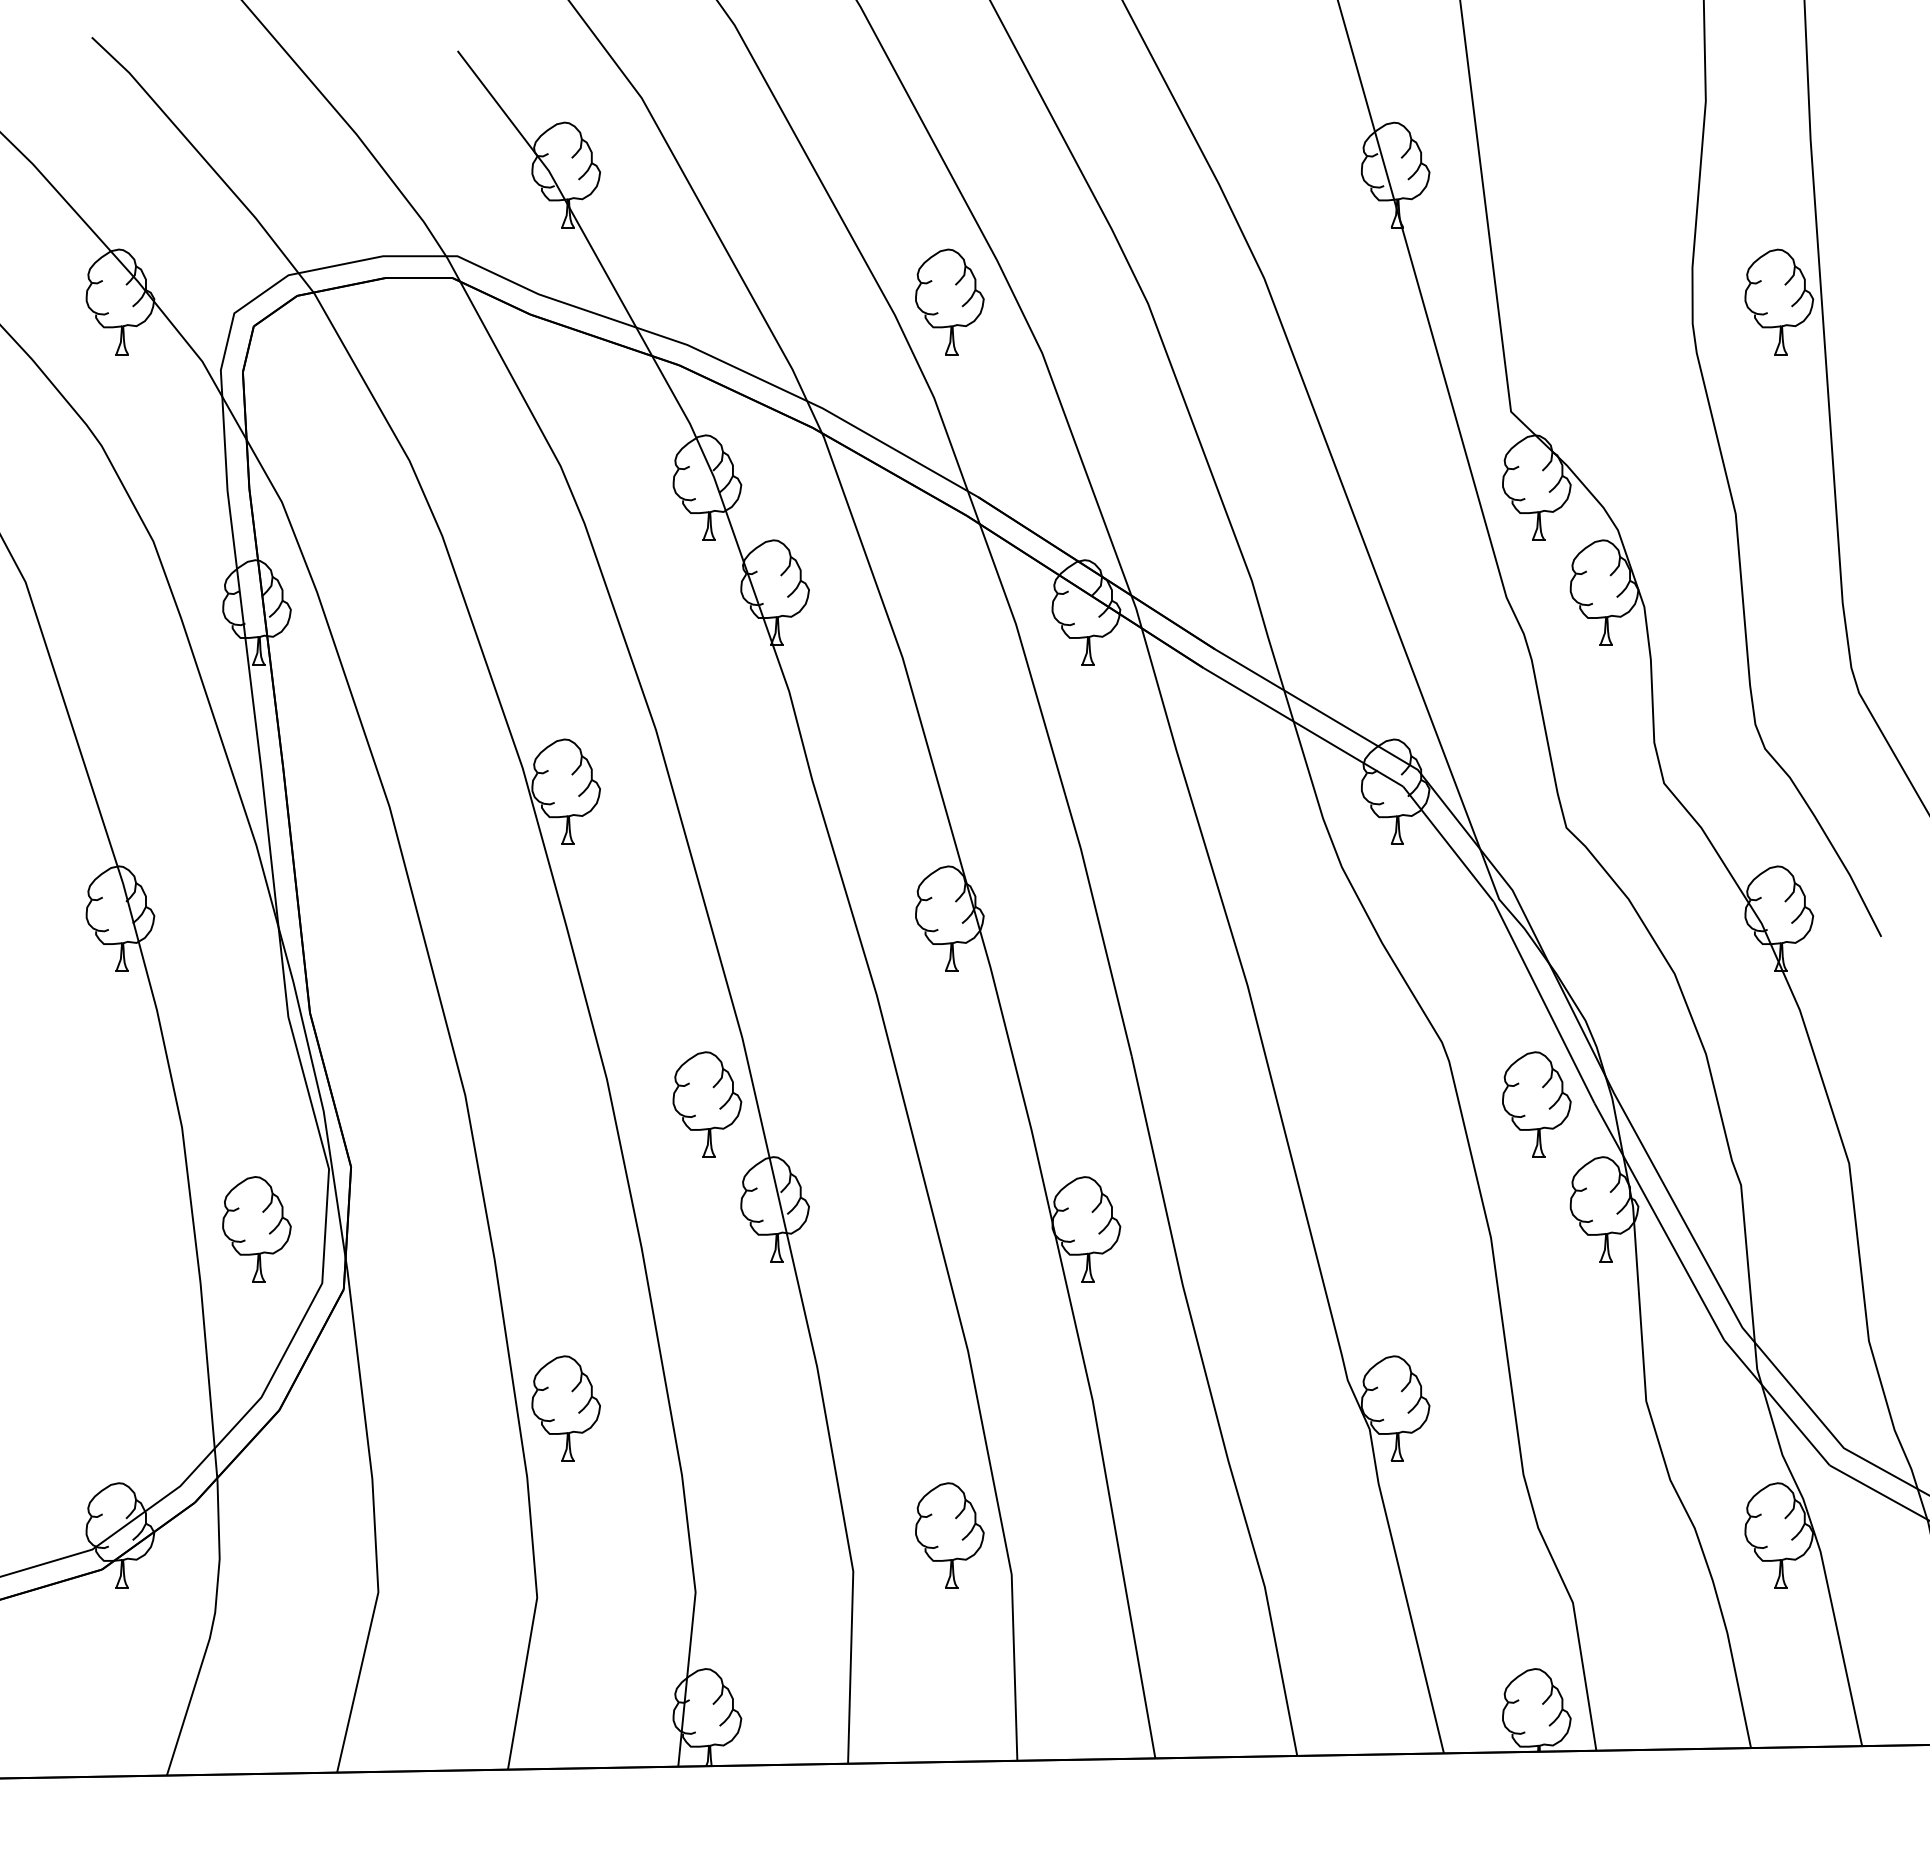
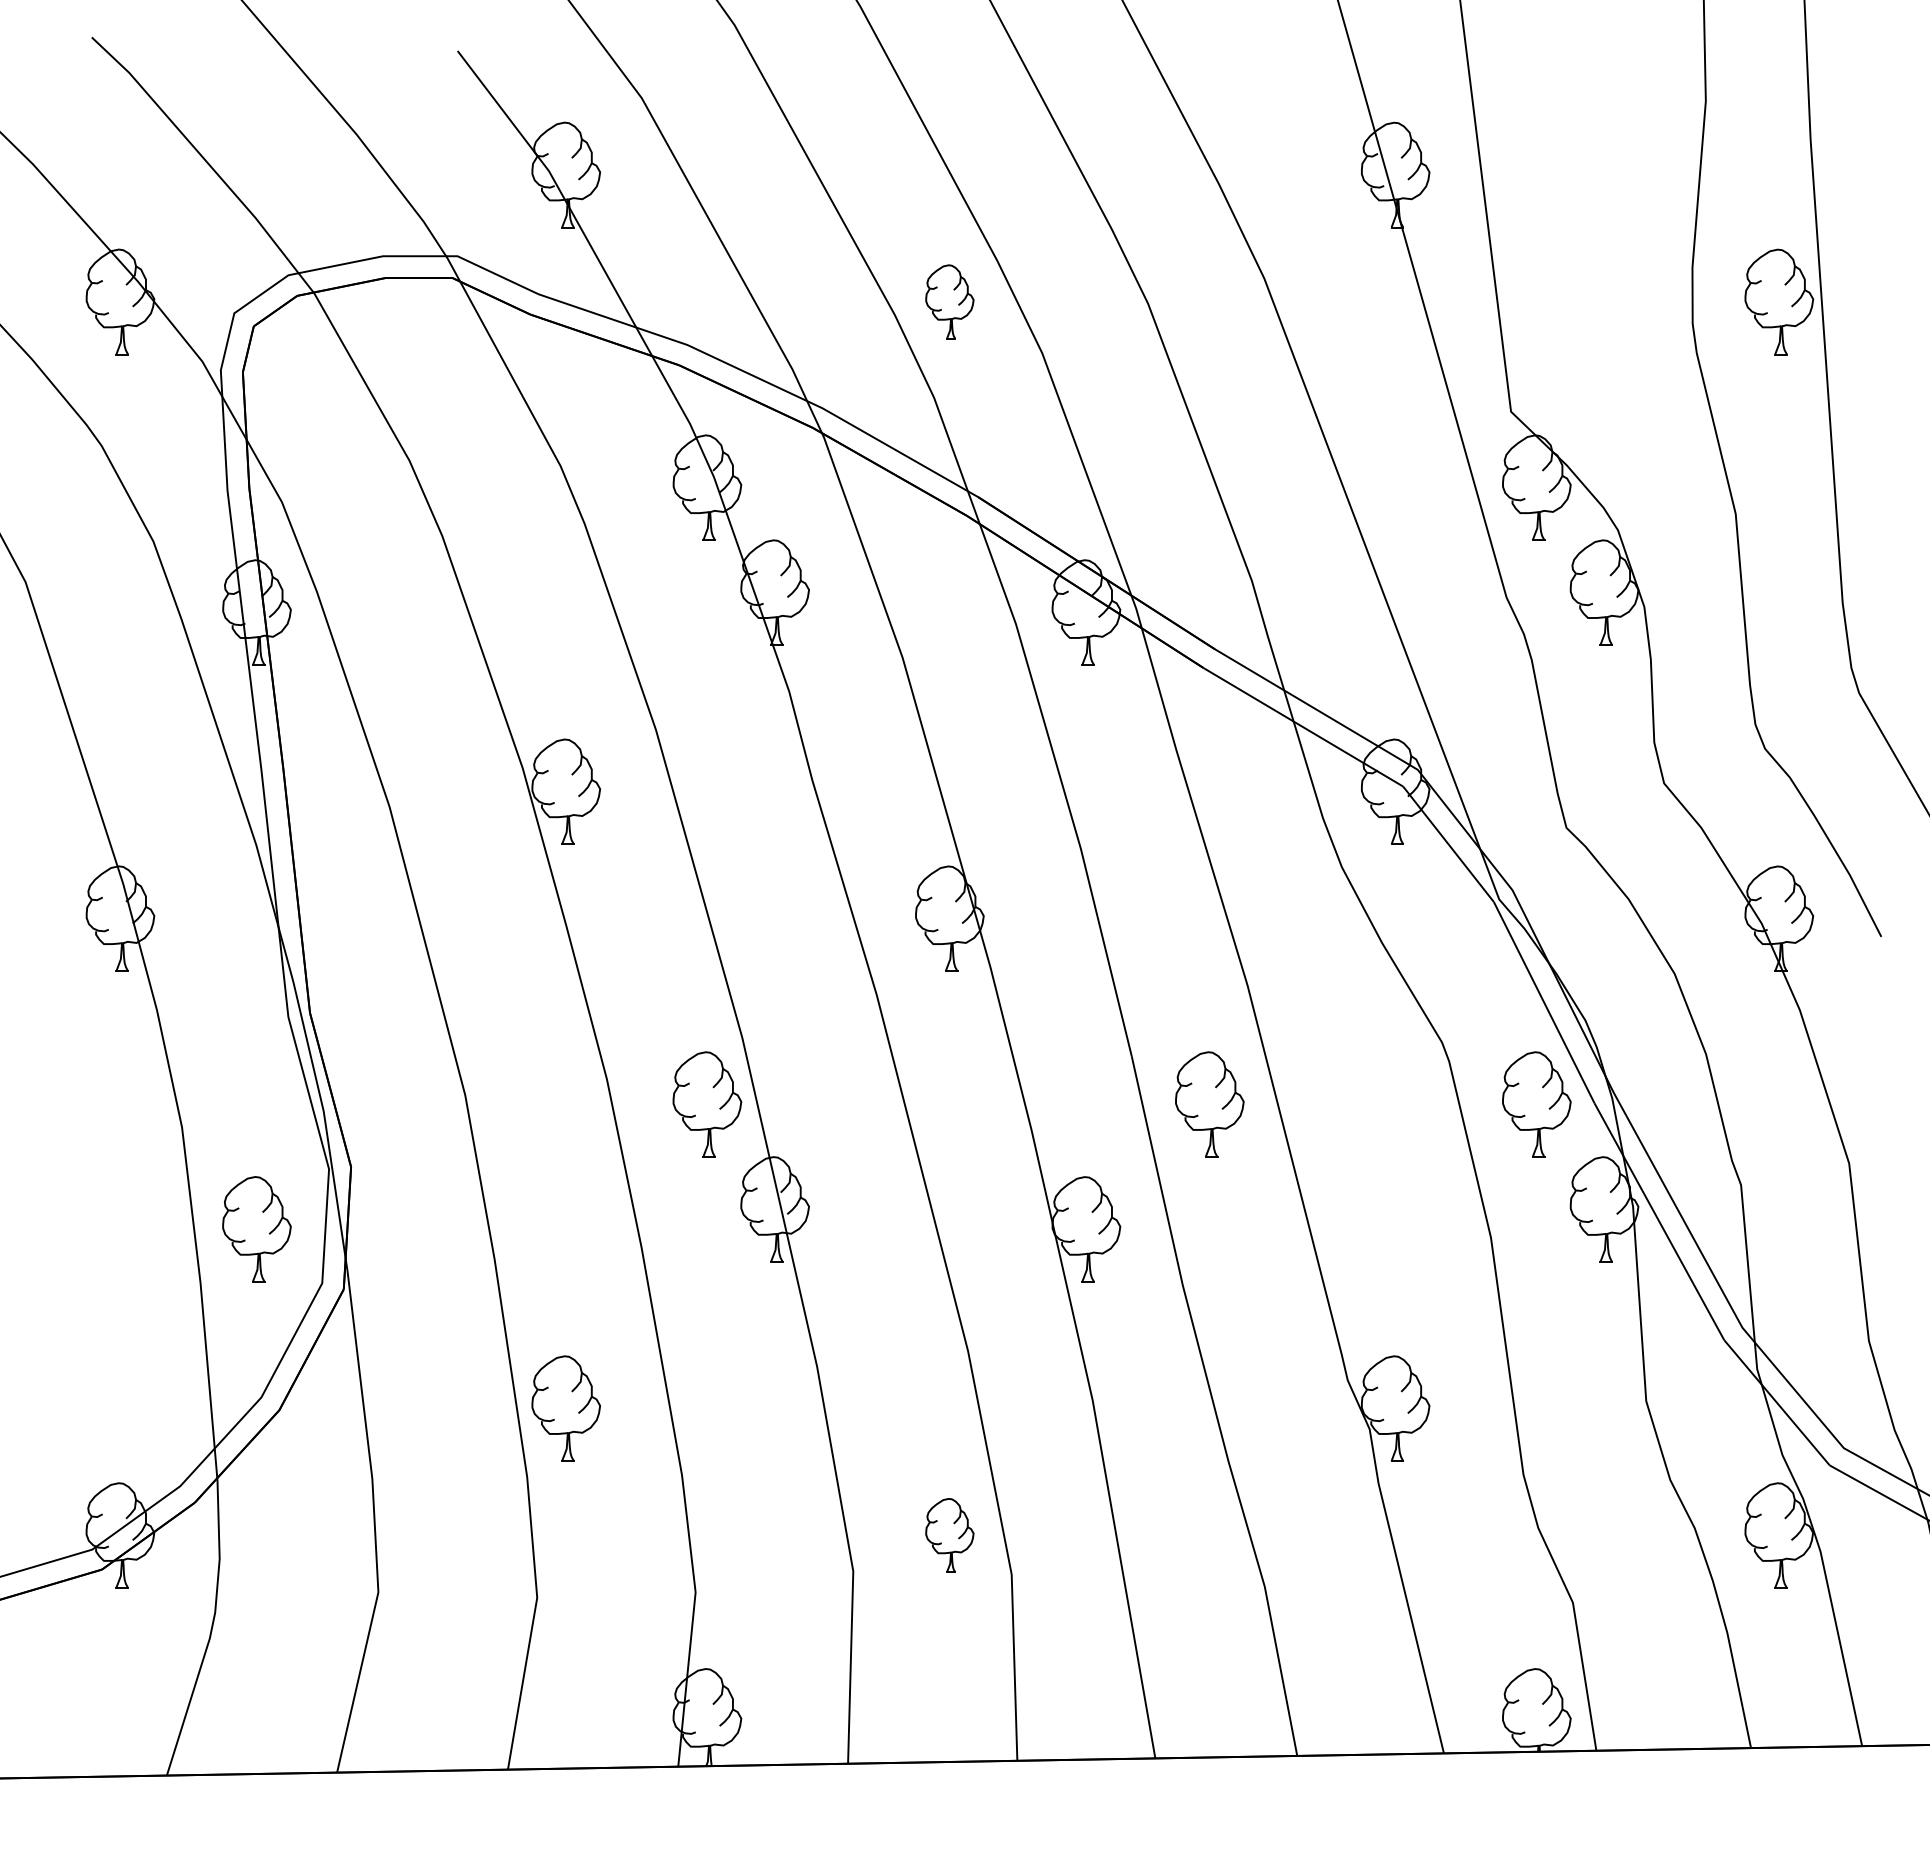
part at (949, 301) size: 70x108 px -> 50x76 px
part at (1209, 1104): none -> present
part at (949, 1535) size: 70x107 px -> 50x75 px
